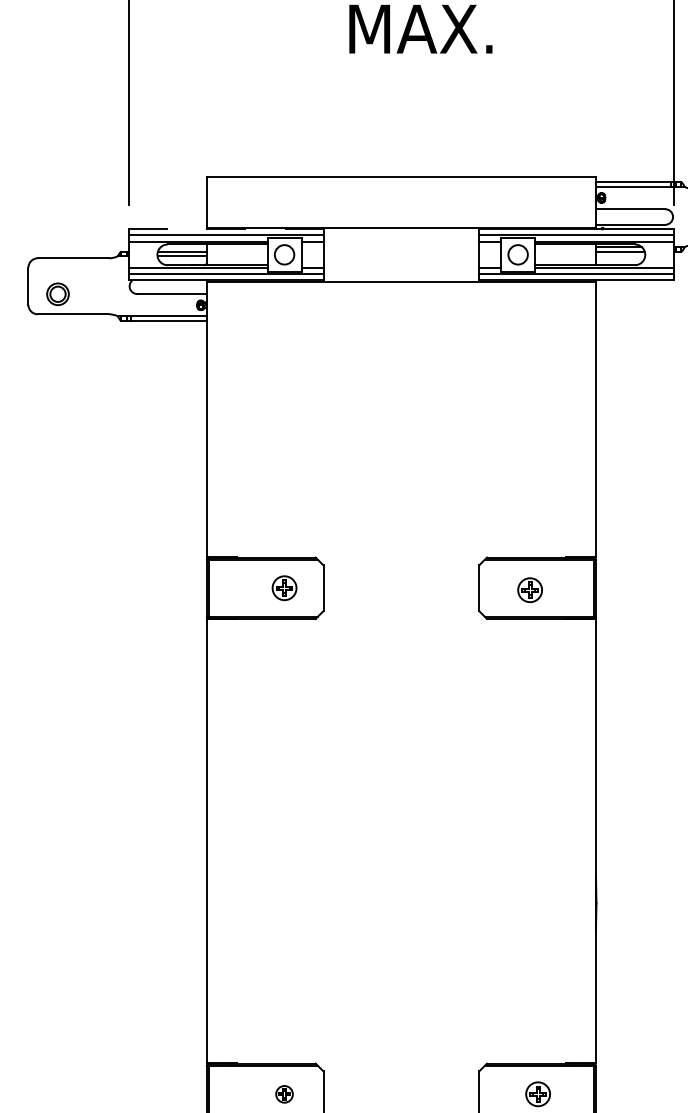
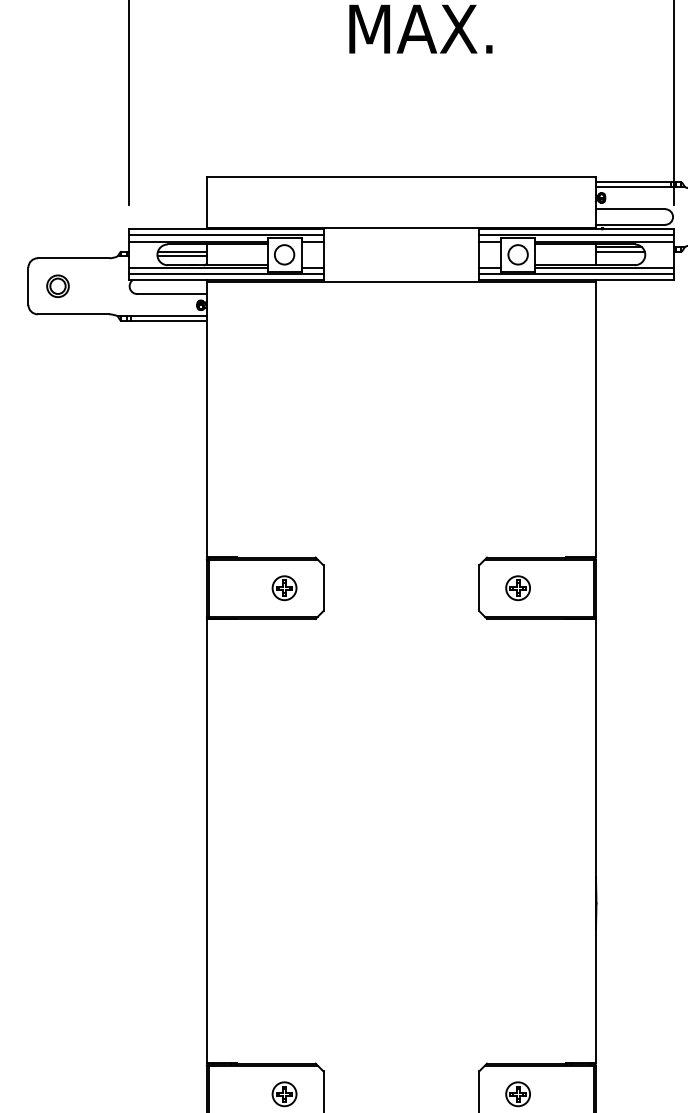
line at (225, 229): dashed -> solid
part at (57, 293) position: (57, 293) -> (57, 285)
part at (529, 590) position: (529, 590) -> (517, 588)
part at (284, 1094) size: 19x19 px -> 27x27 px
part at (537, 1094) position: (537, 1094) -> (517, 1094)
